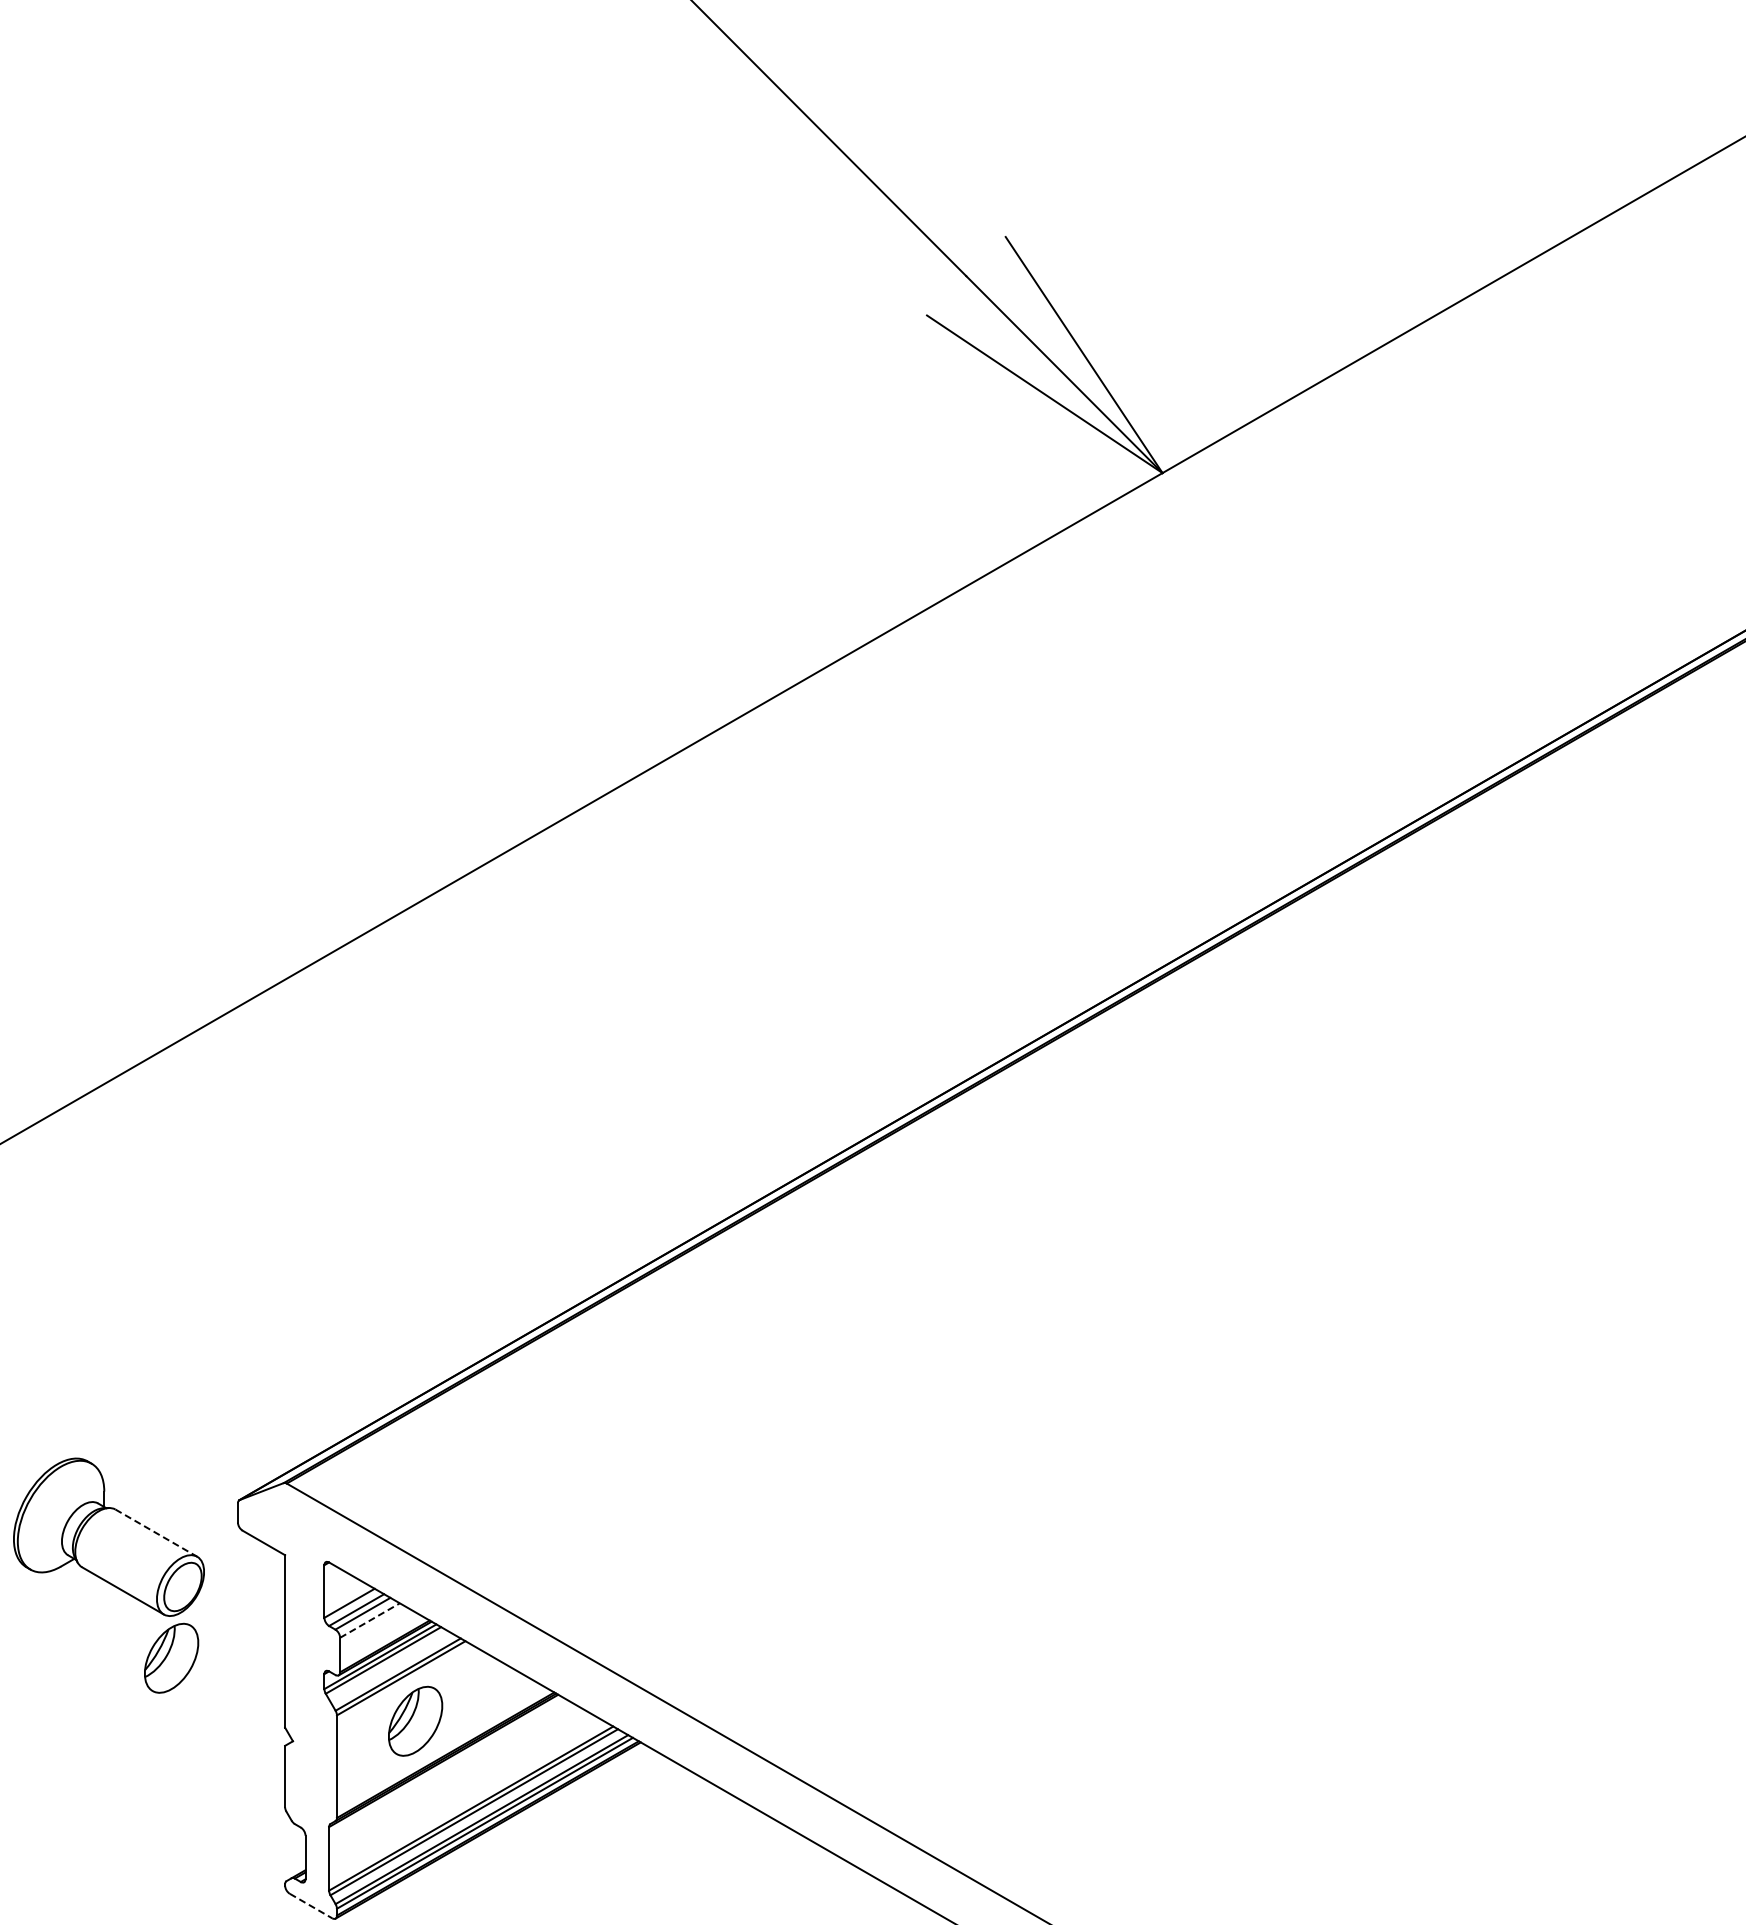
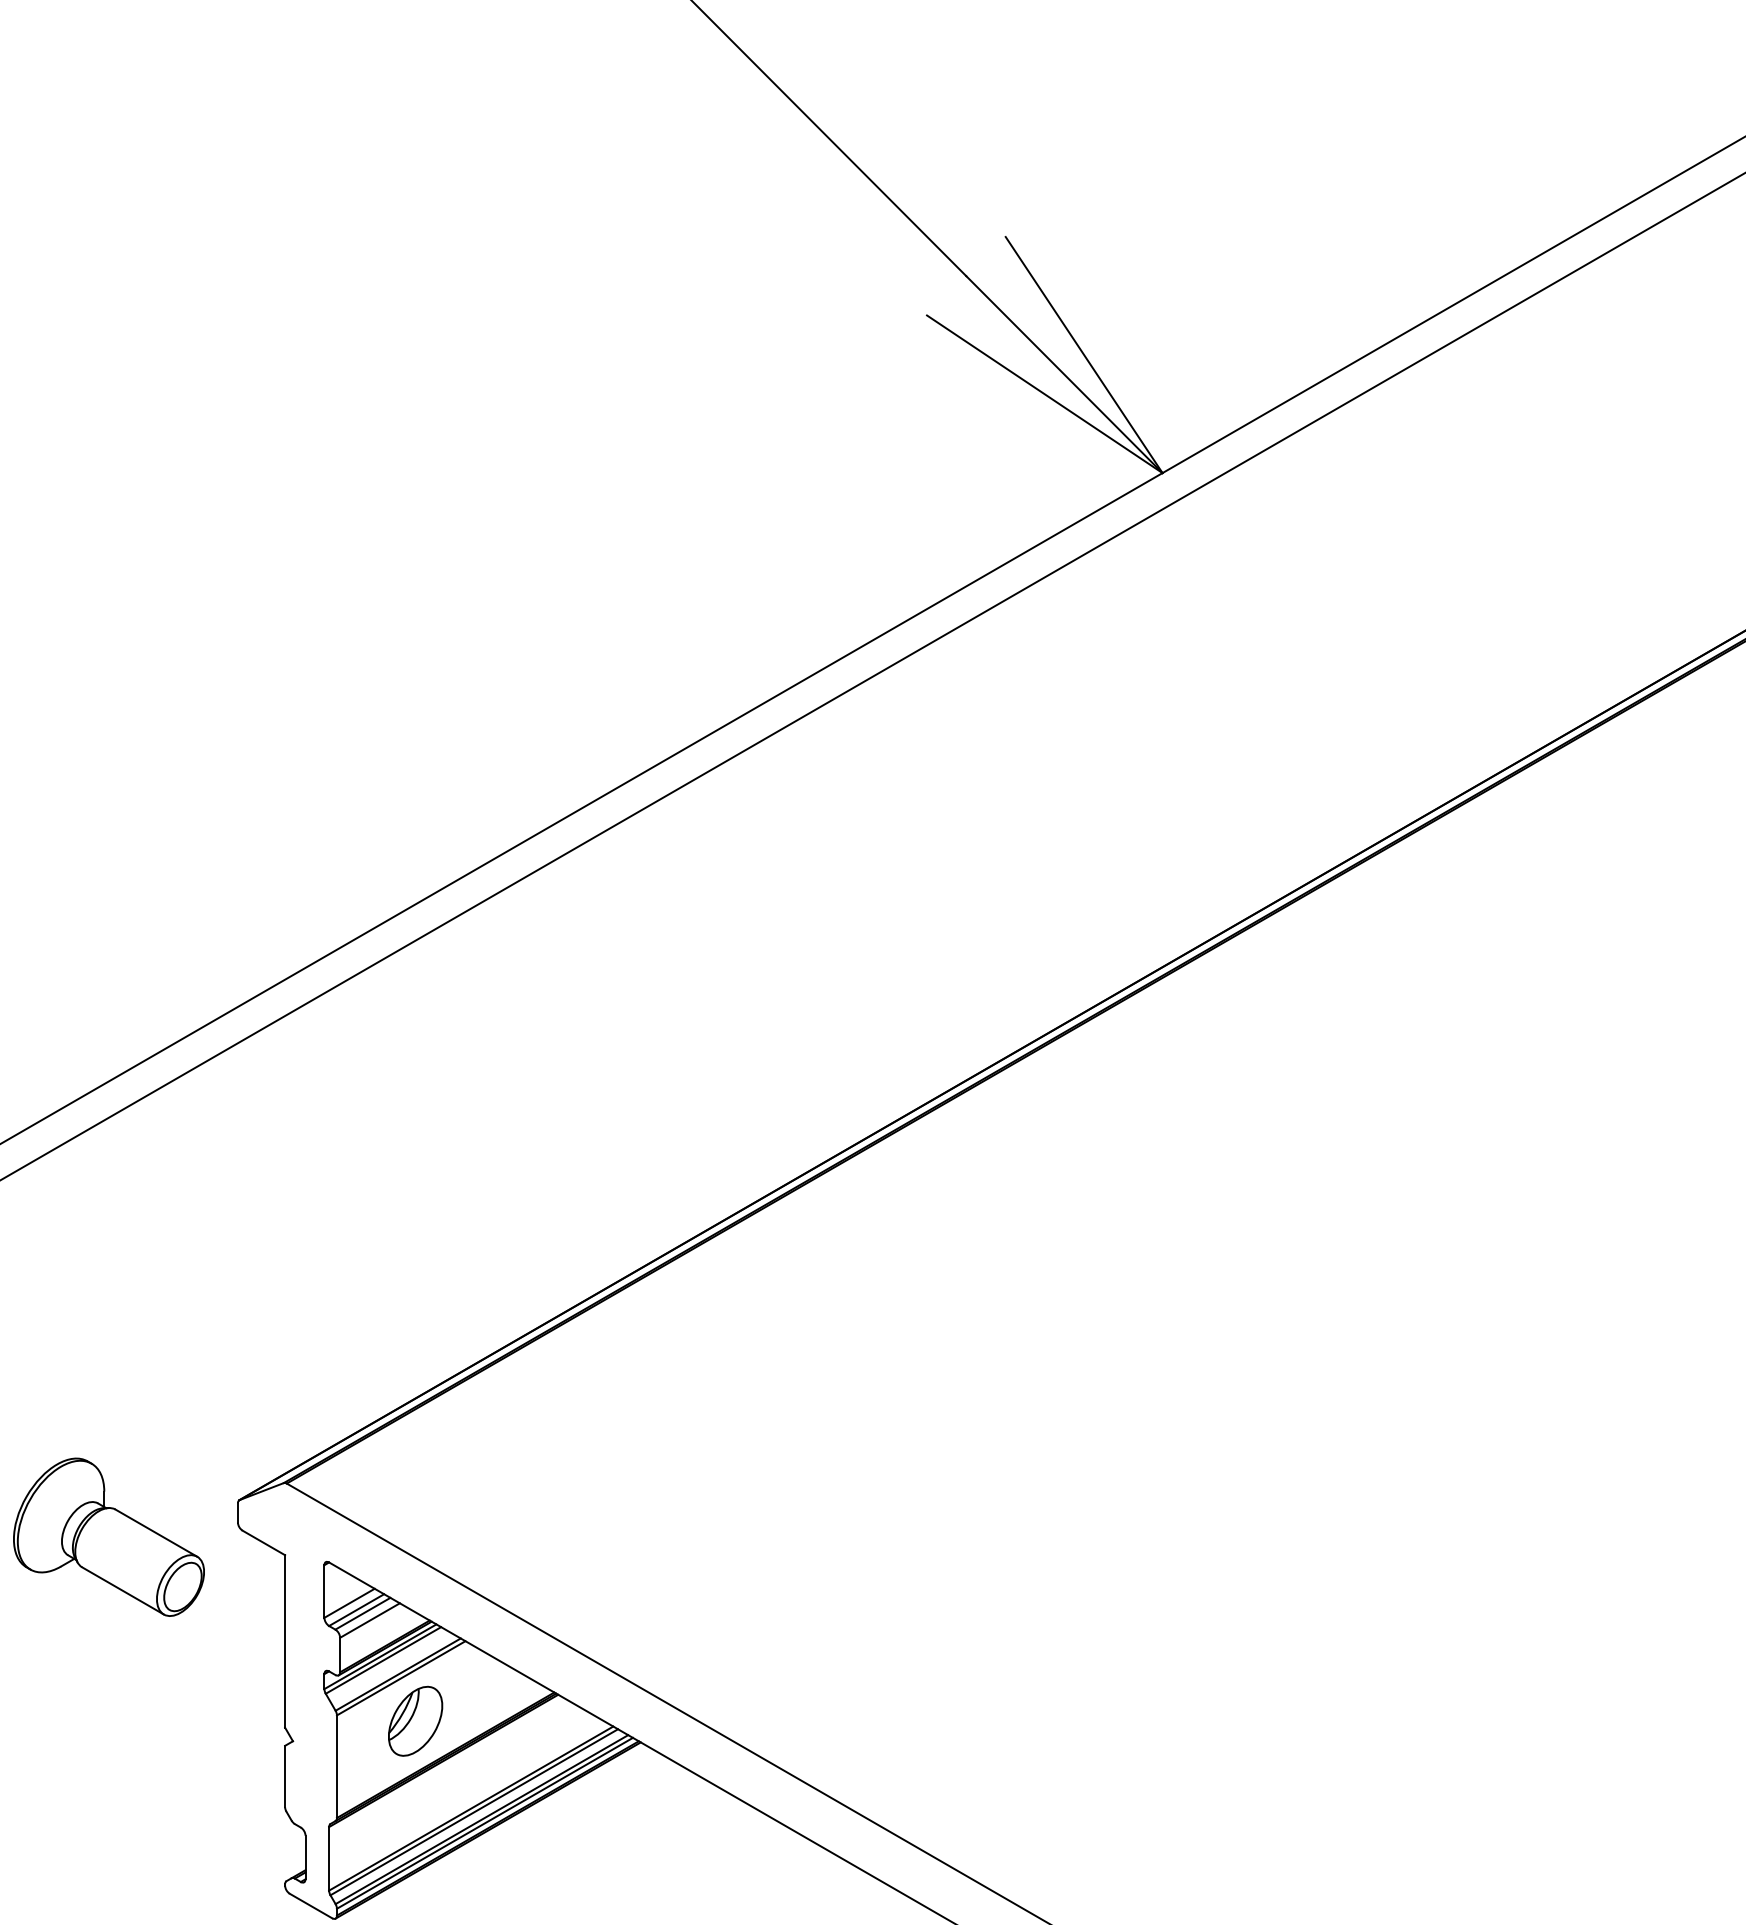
line at (872, 676): none -> present
line at (156, 1533): dashed -> solid
line at (370, 1620): dashed -> solid
part at (171, 1657): present -> none
line at (311, 1906): dashed -> solid
